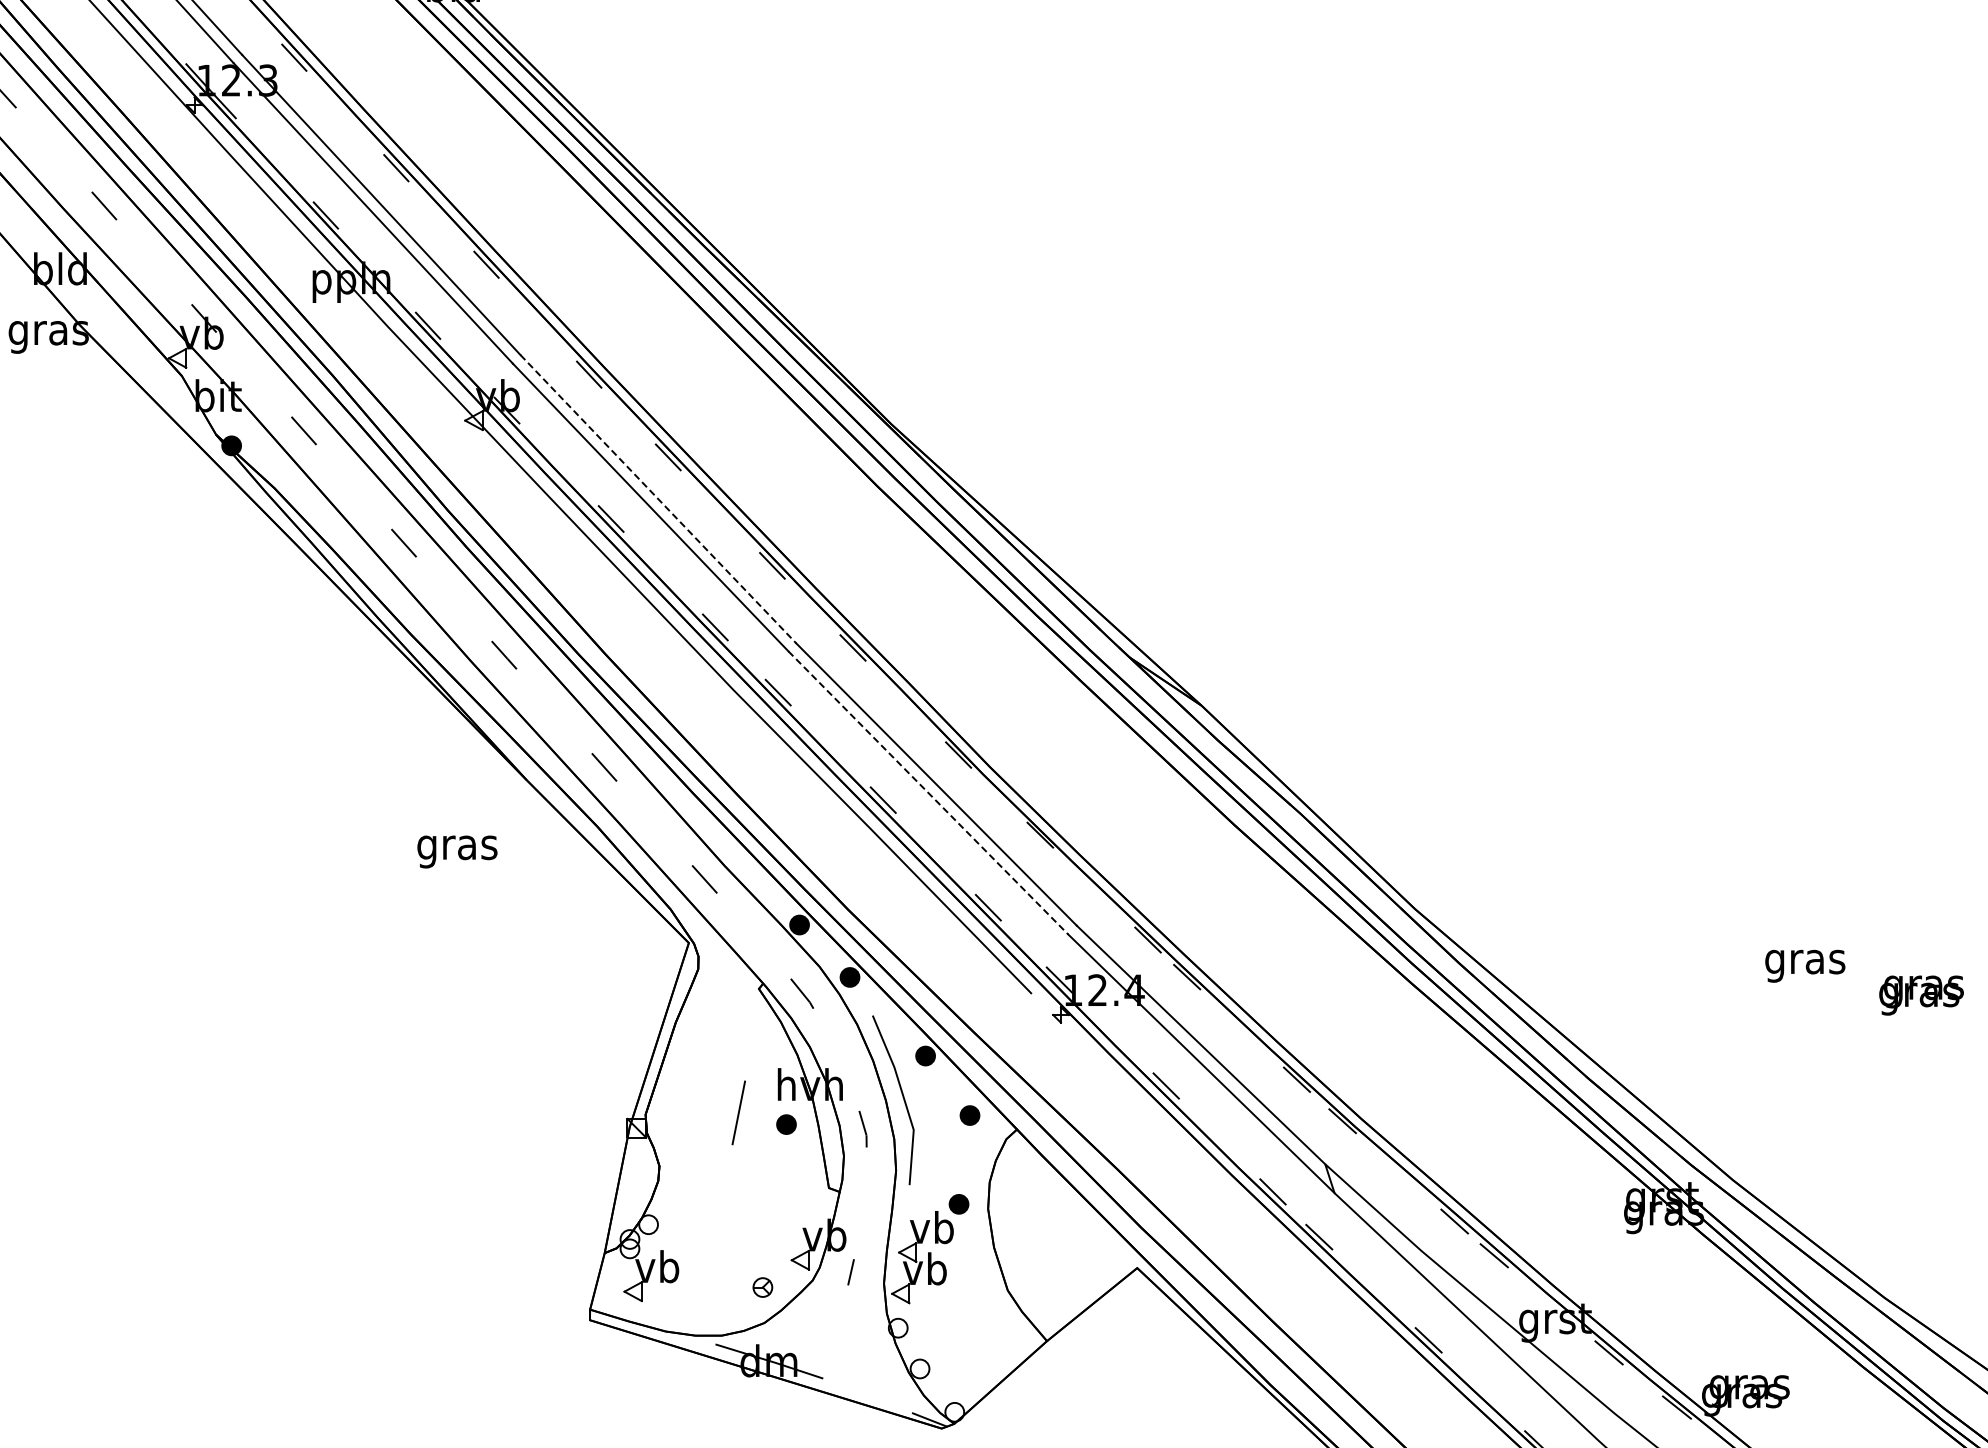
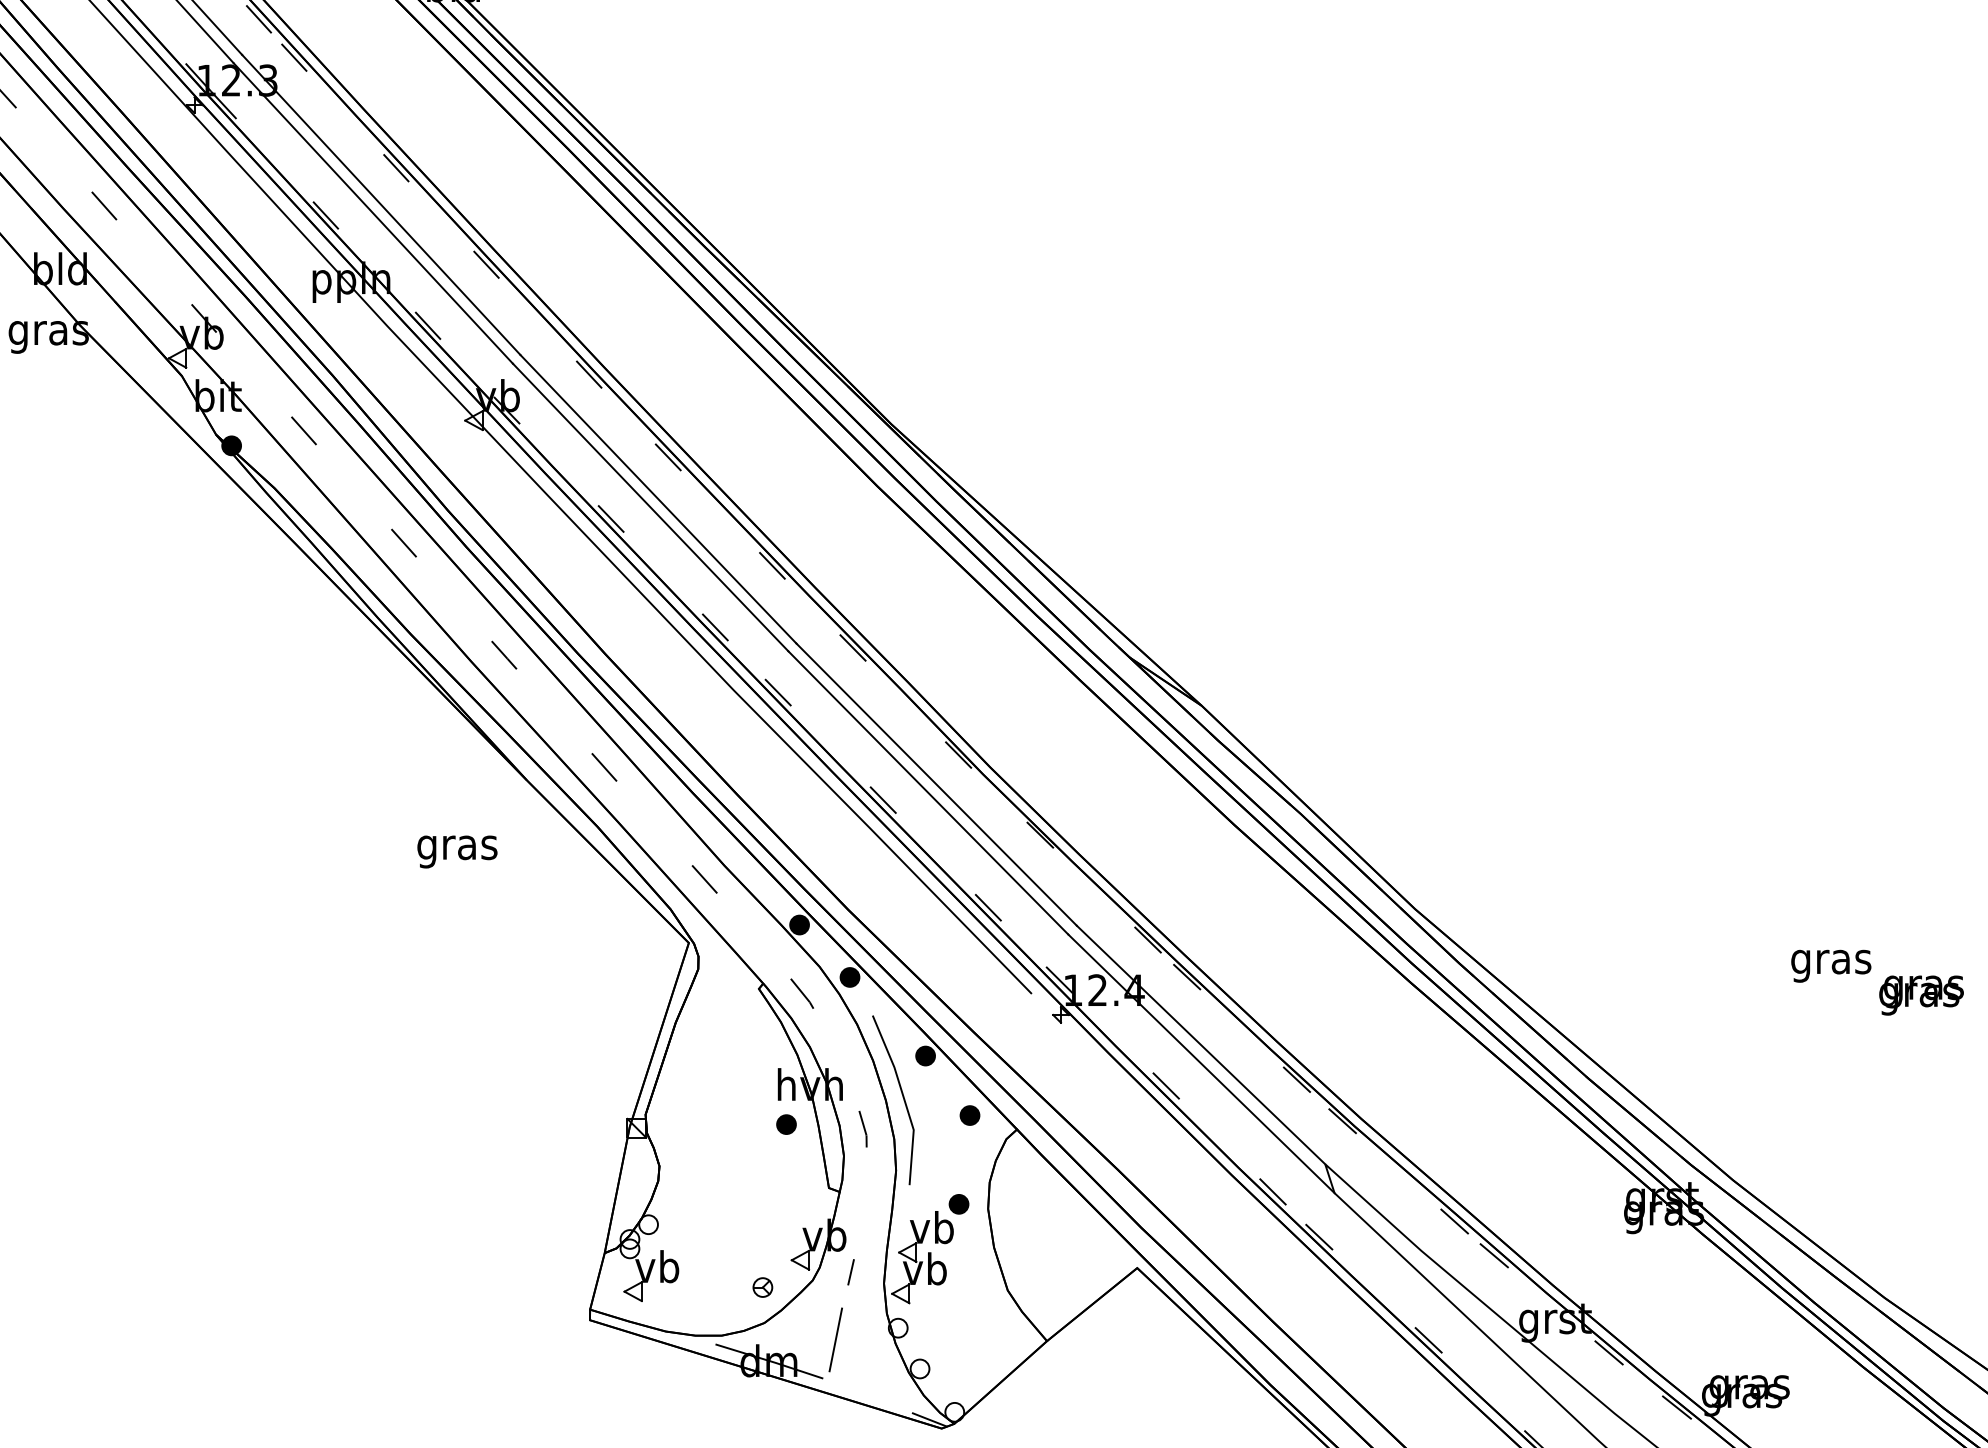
line at (257, 17): none -> present
line at (658, 499): dashed -> solid
line at (928, 793): dashed -> solid
text at (1805, 965) position: (1805, 965) -> (1831, 965)
line at (738, 1112) position: (738, 1112) -> (835, 1339)
